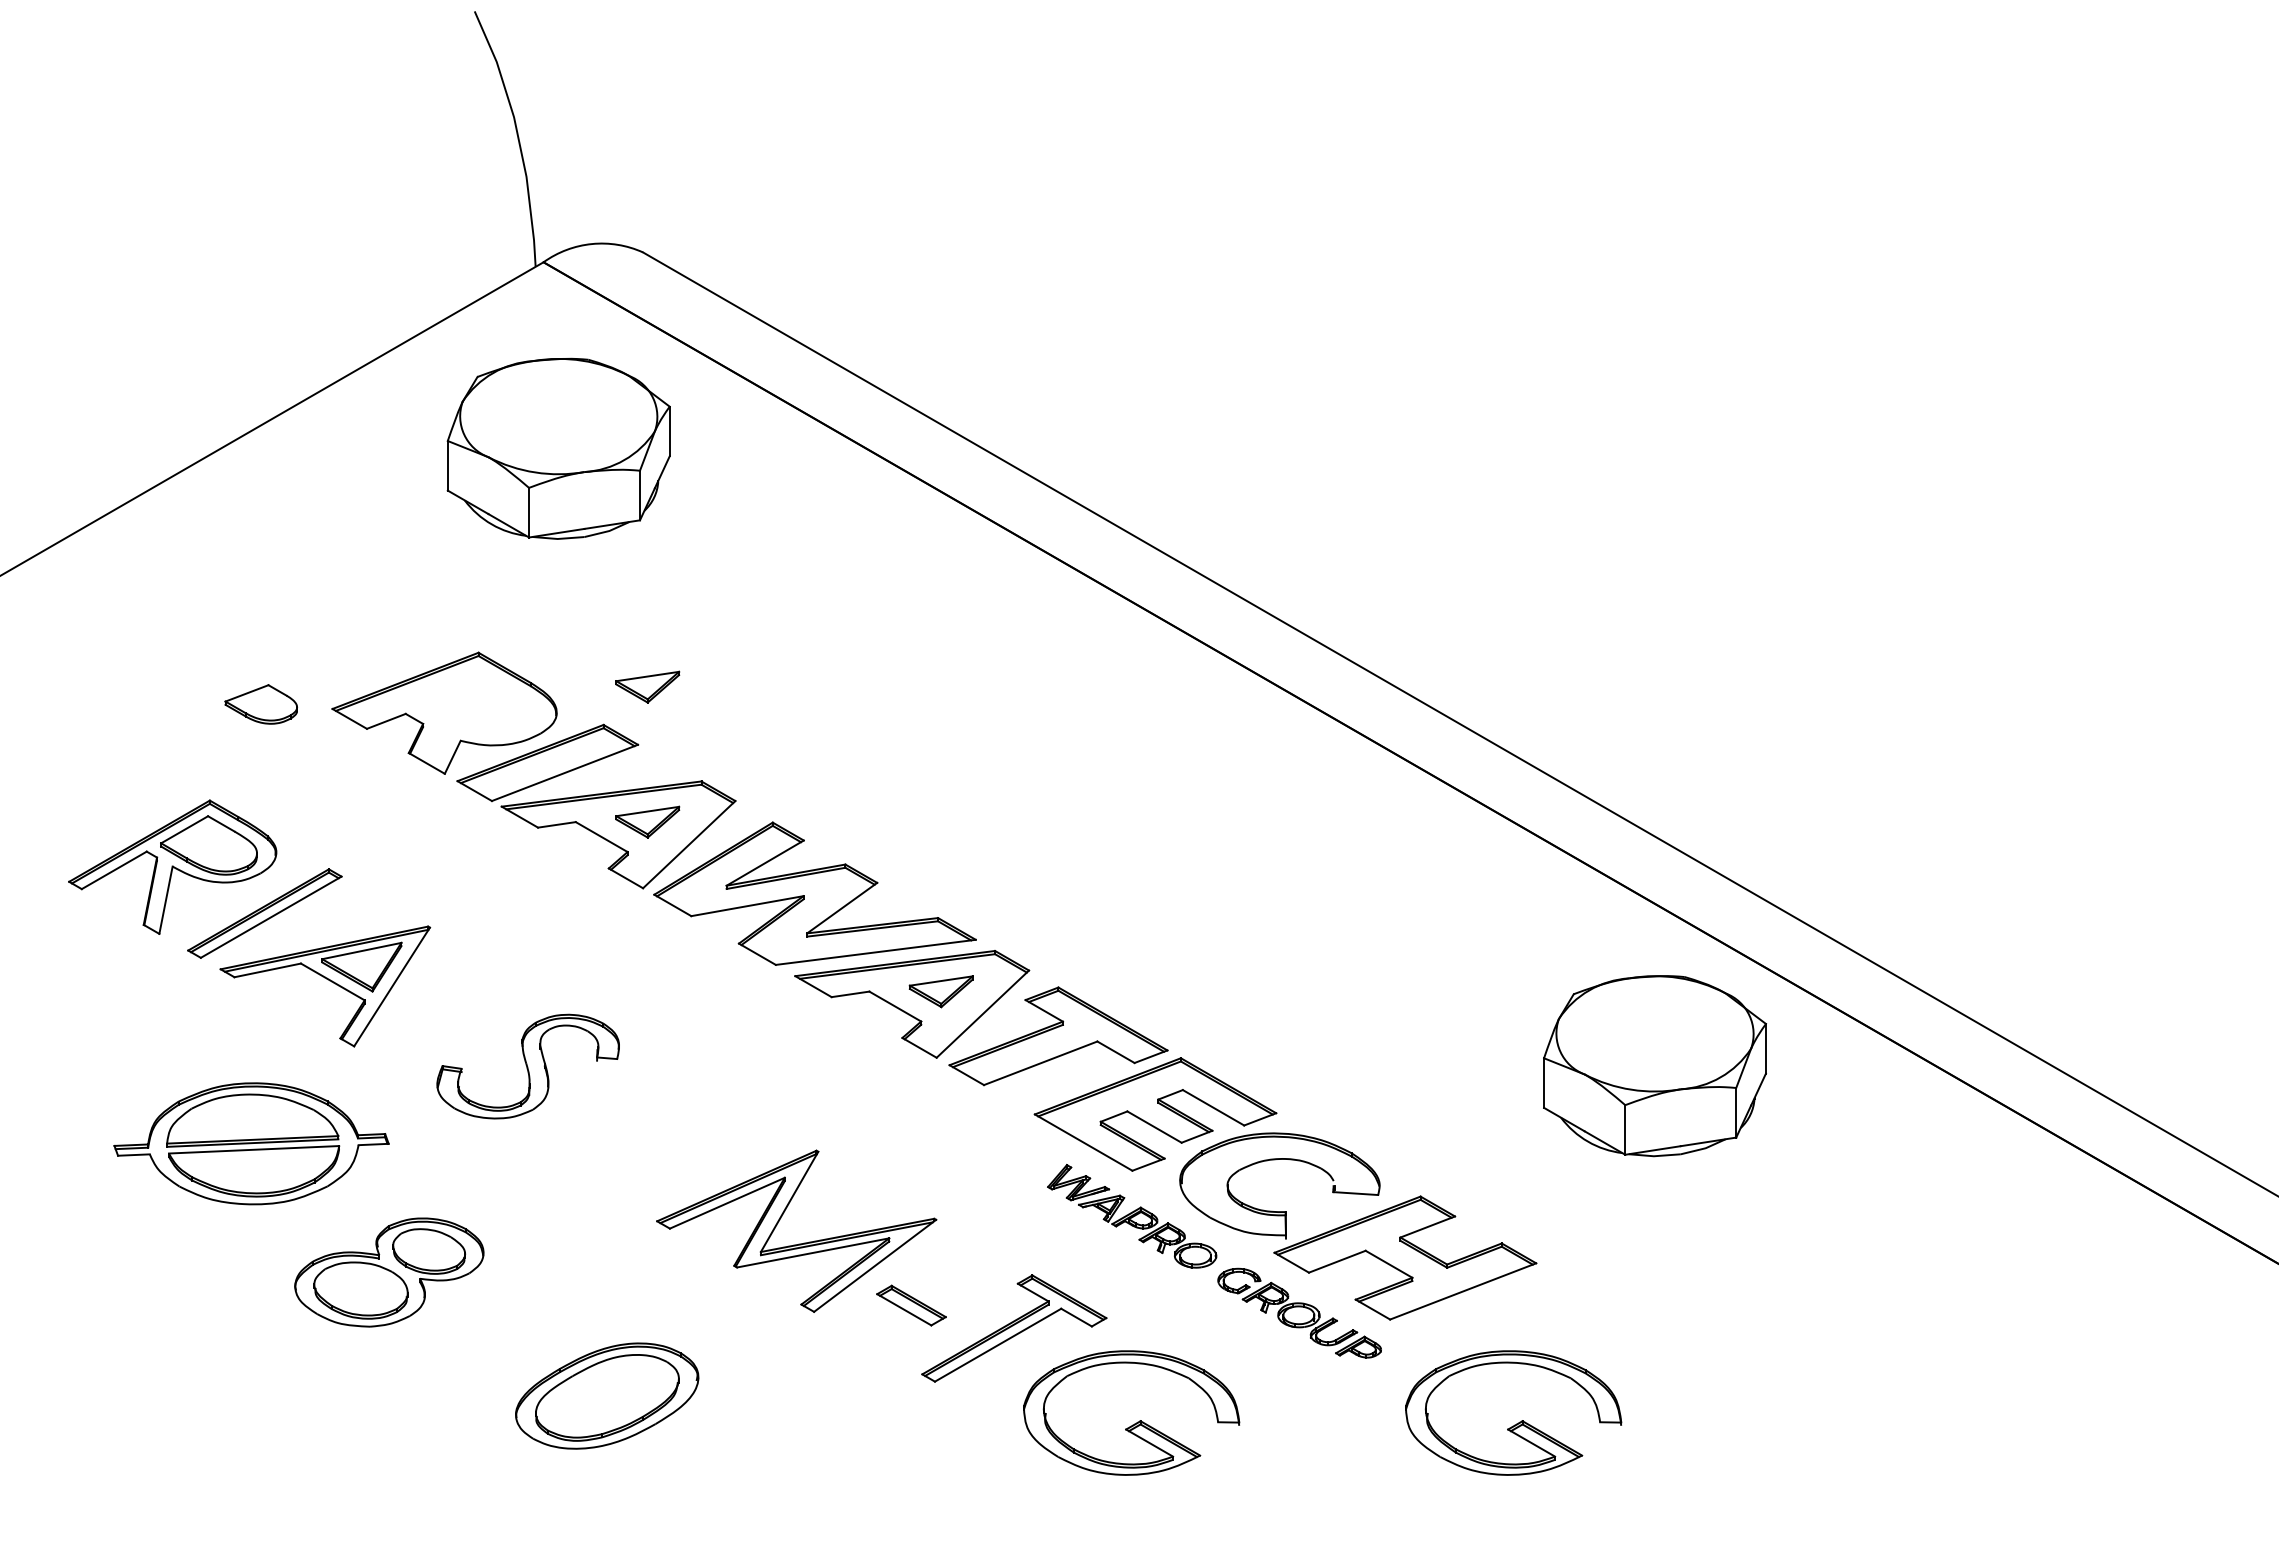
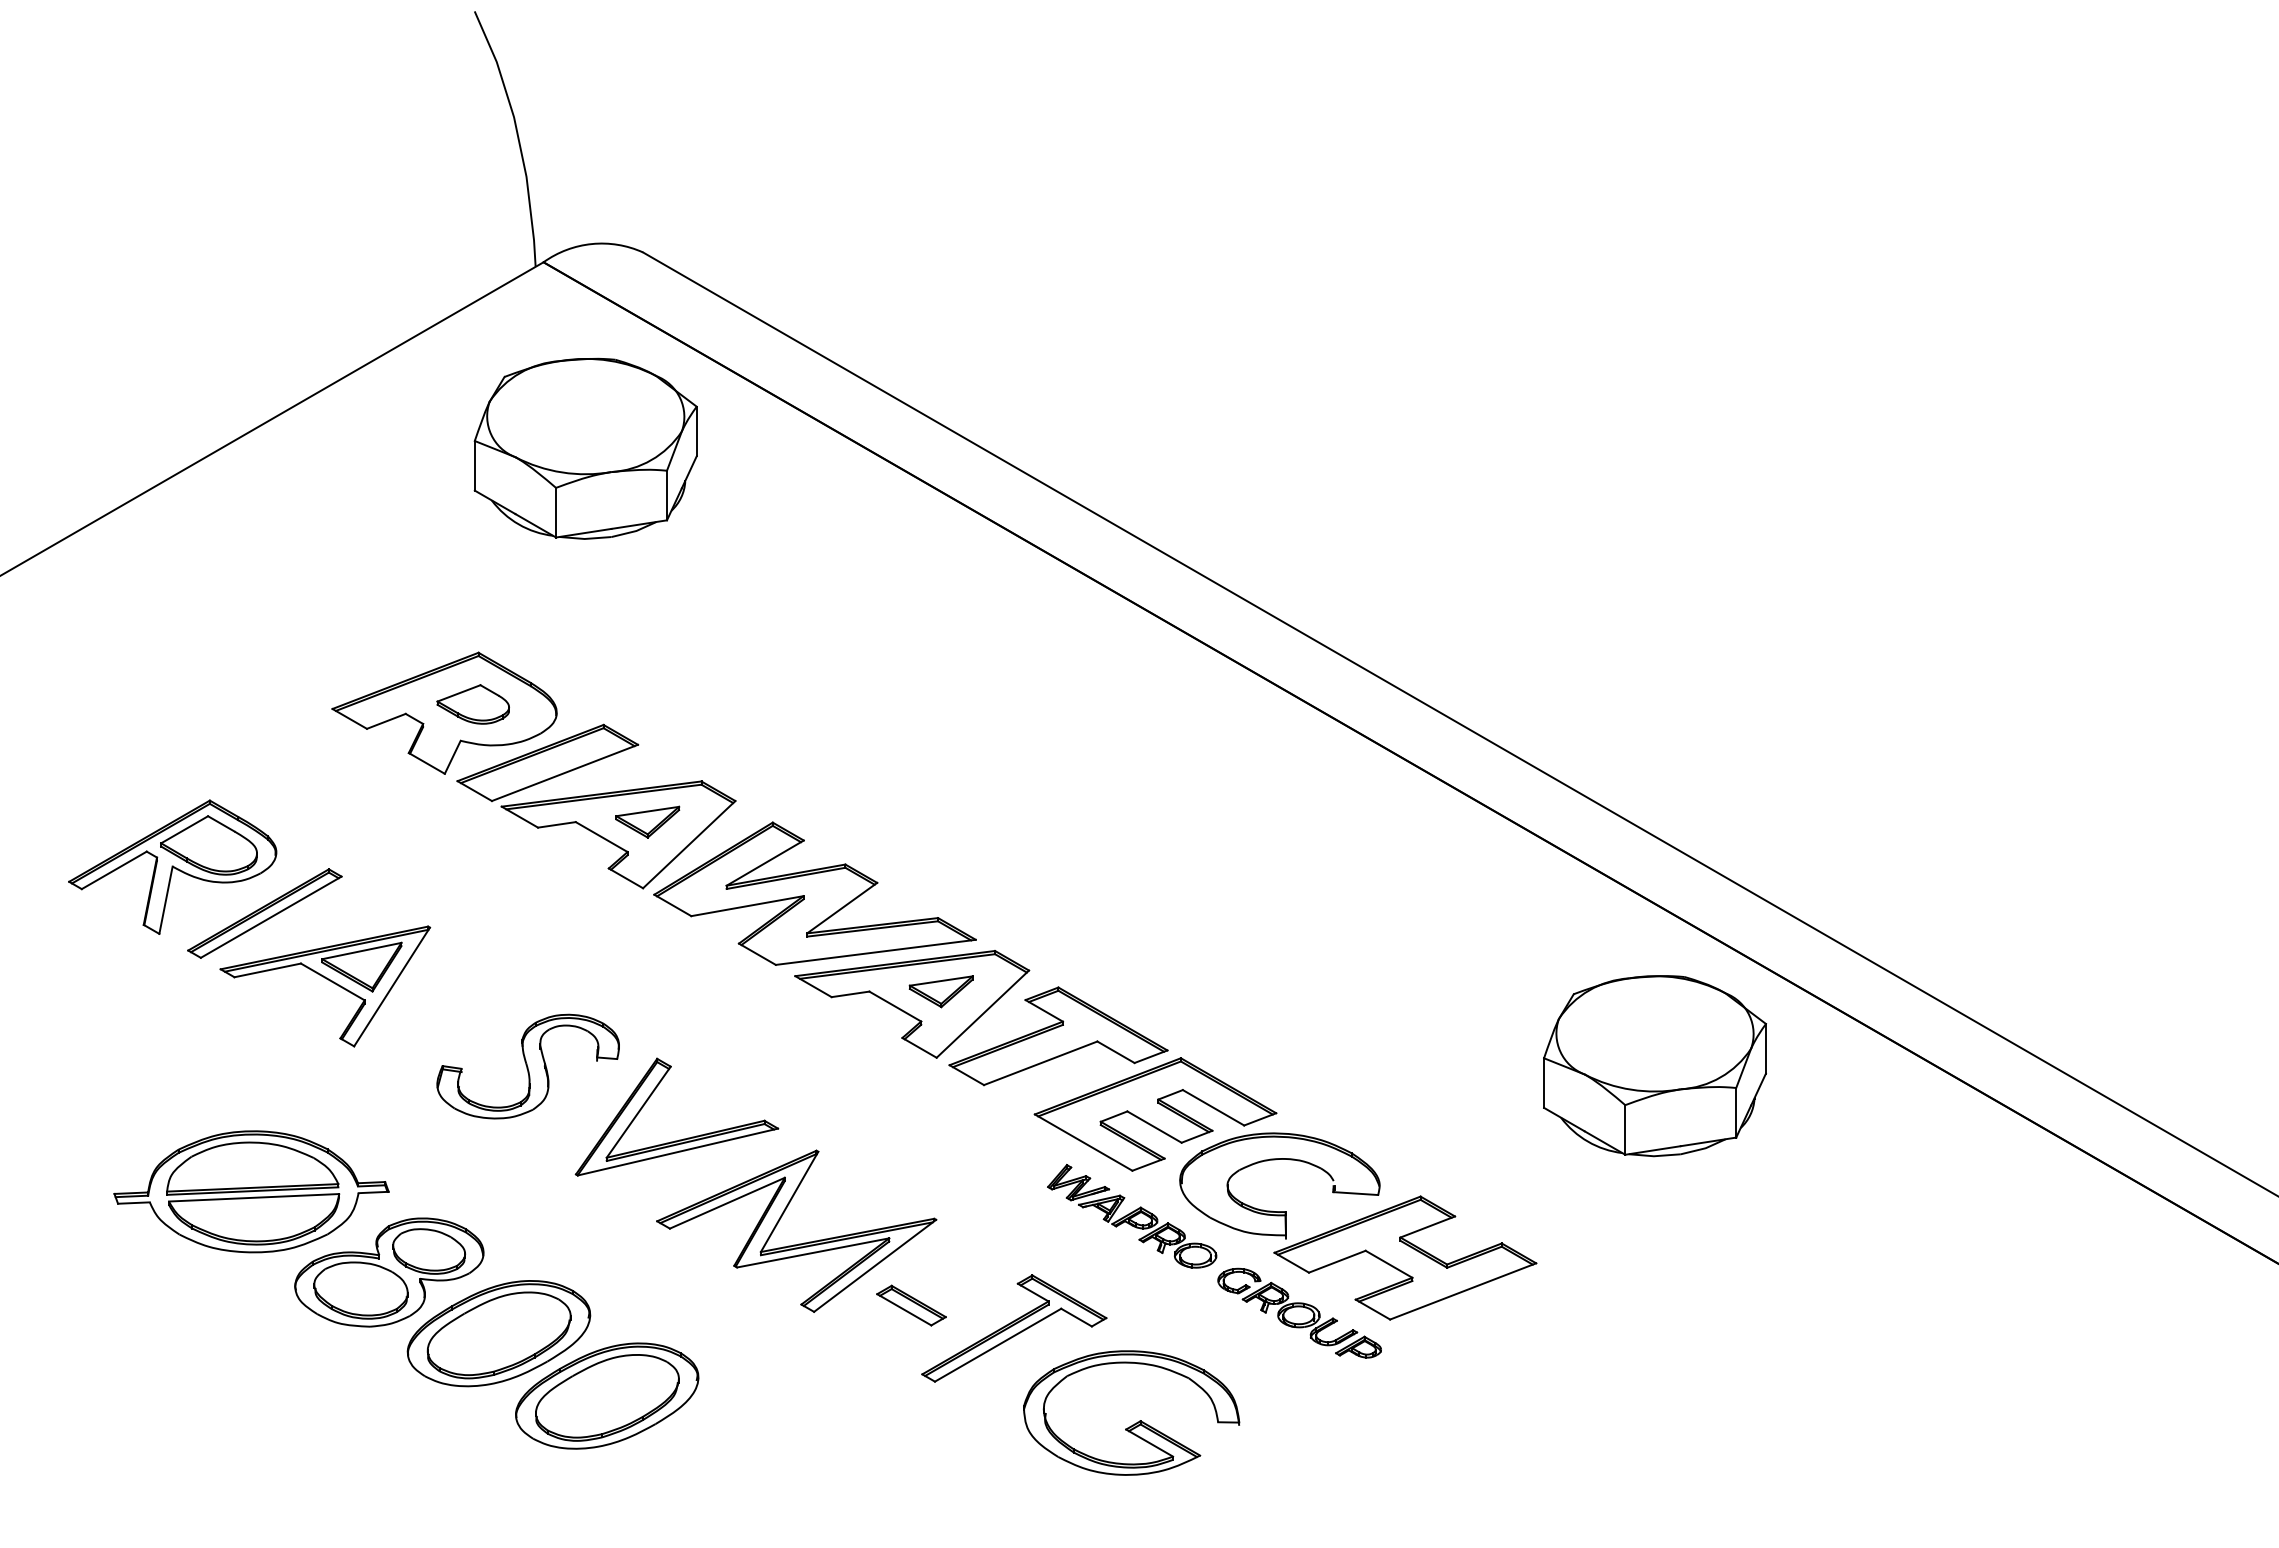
part at (558, 448) position: (558, 448) -> (585, 448)
part at (647, 686): present -> none
part at (260, 704) position: (260, 704) -> (472, 704)
part at (683, 1138): none -> present
part at (251, 1143) position: (251, 1143) -> (251, 1191)
part at (498, 1333): none -> present
part at (1519, 1421): present -> none
